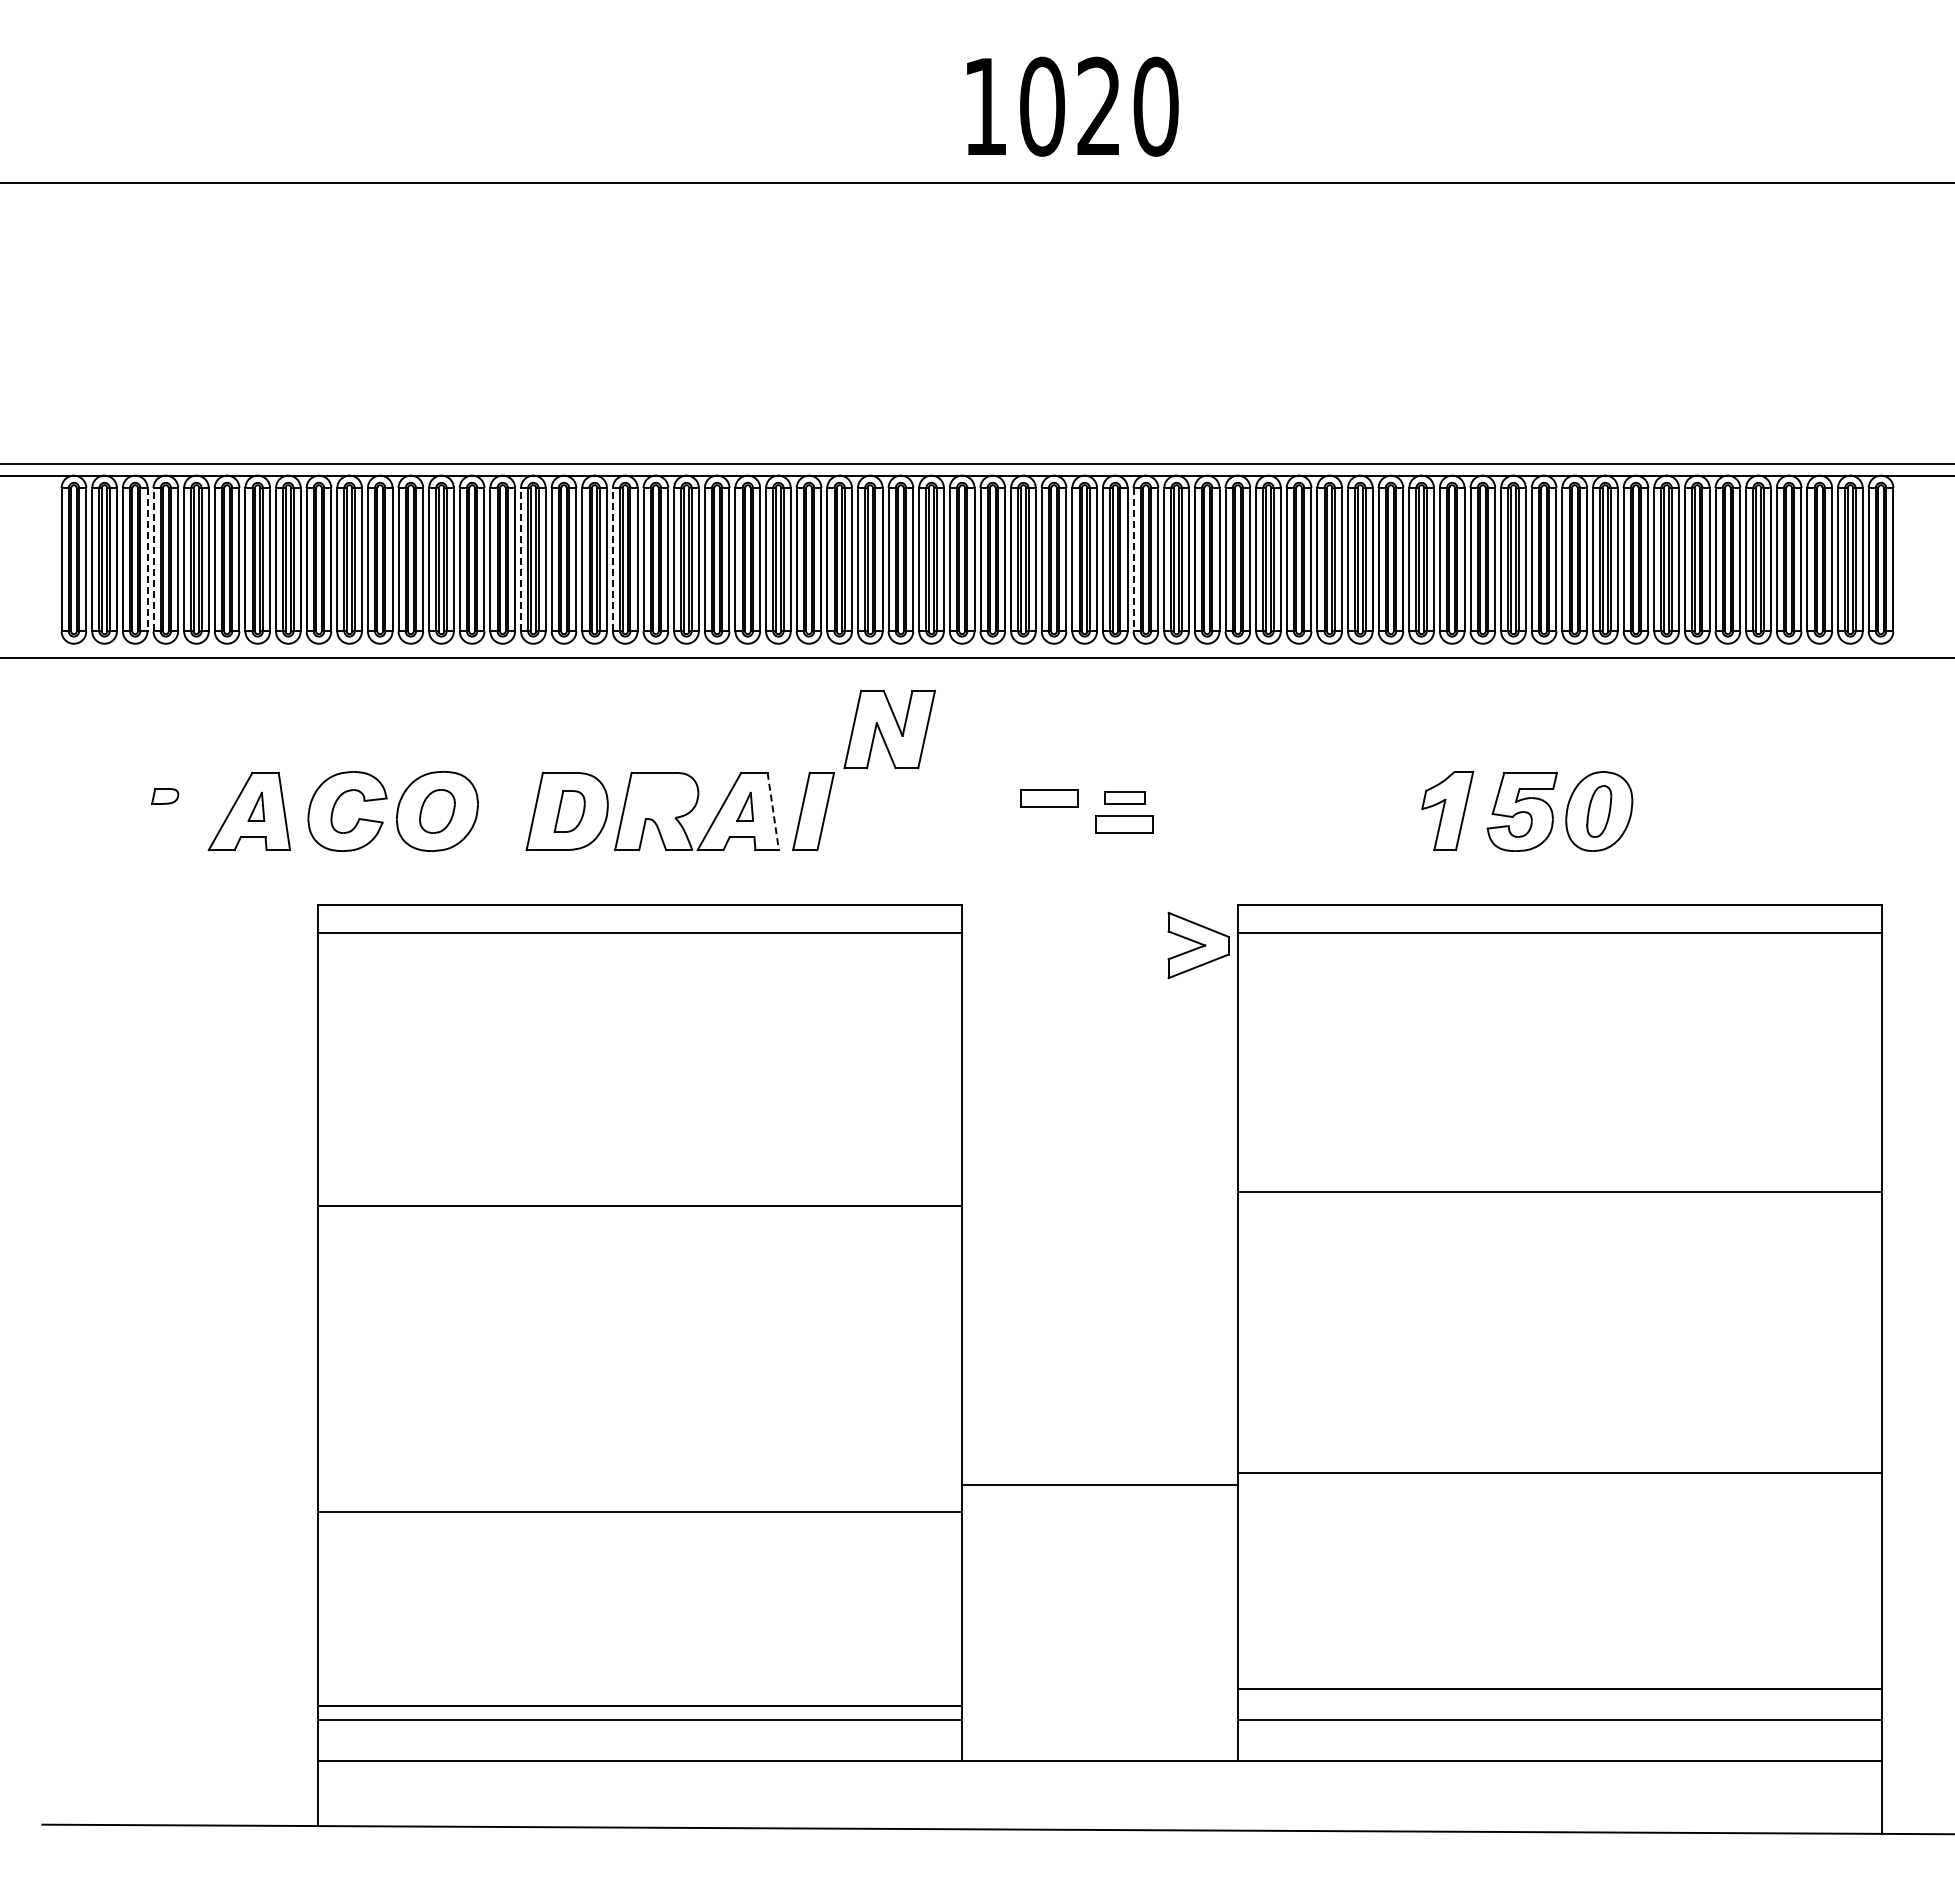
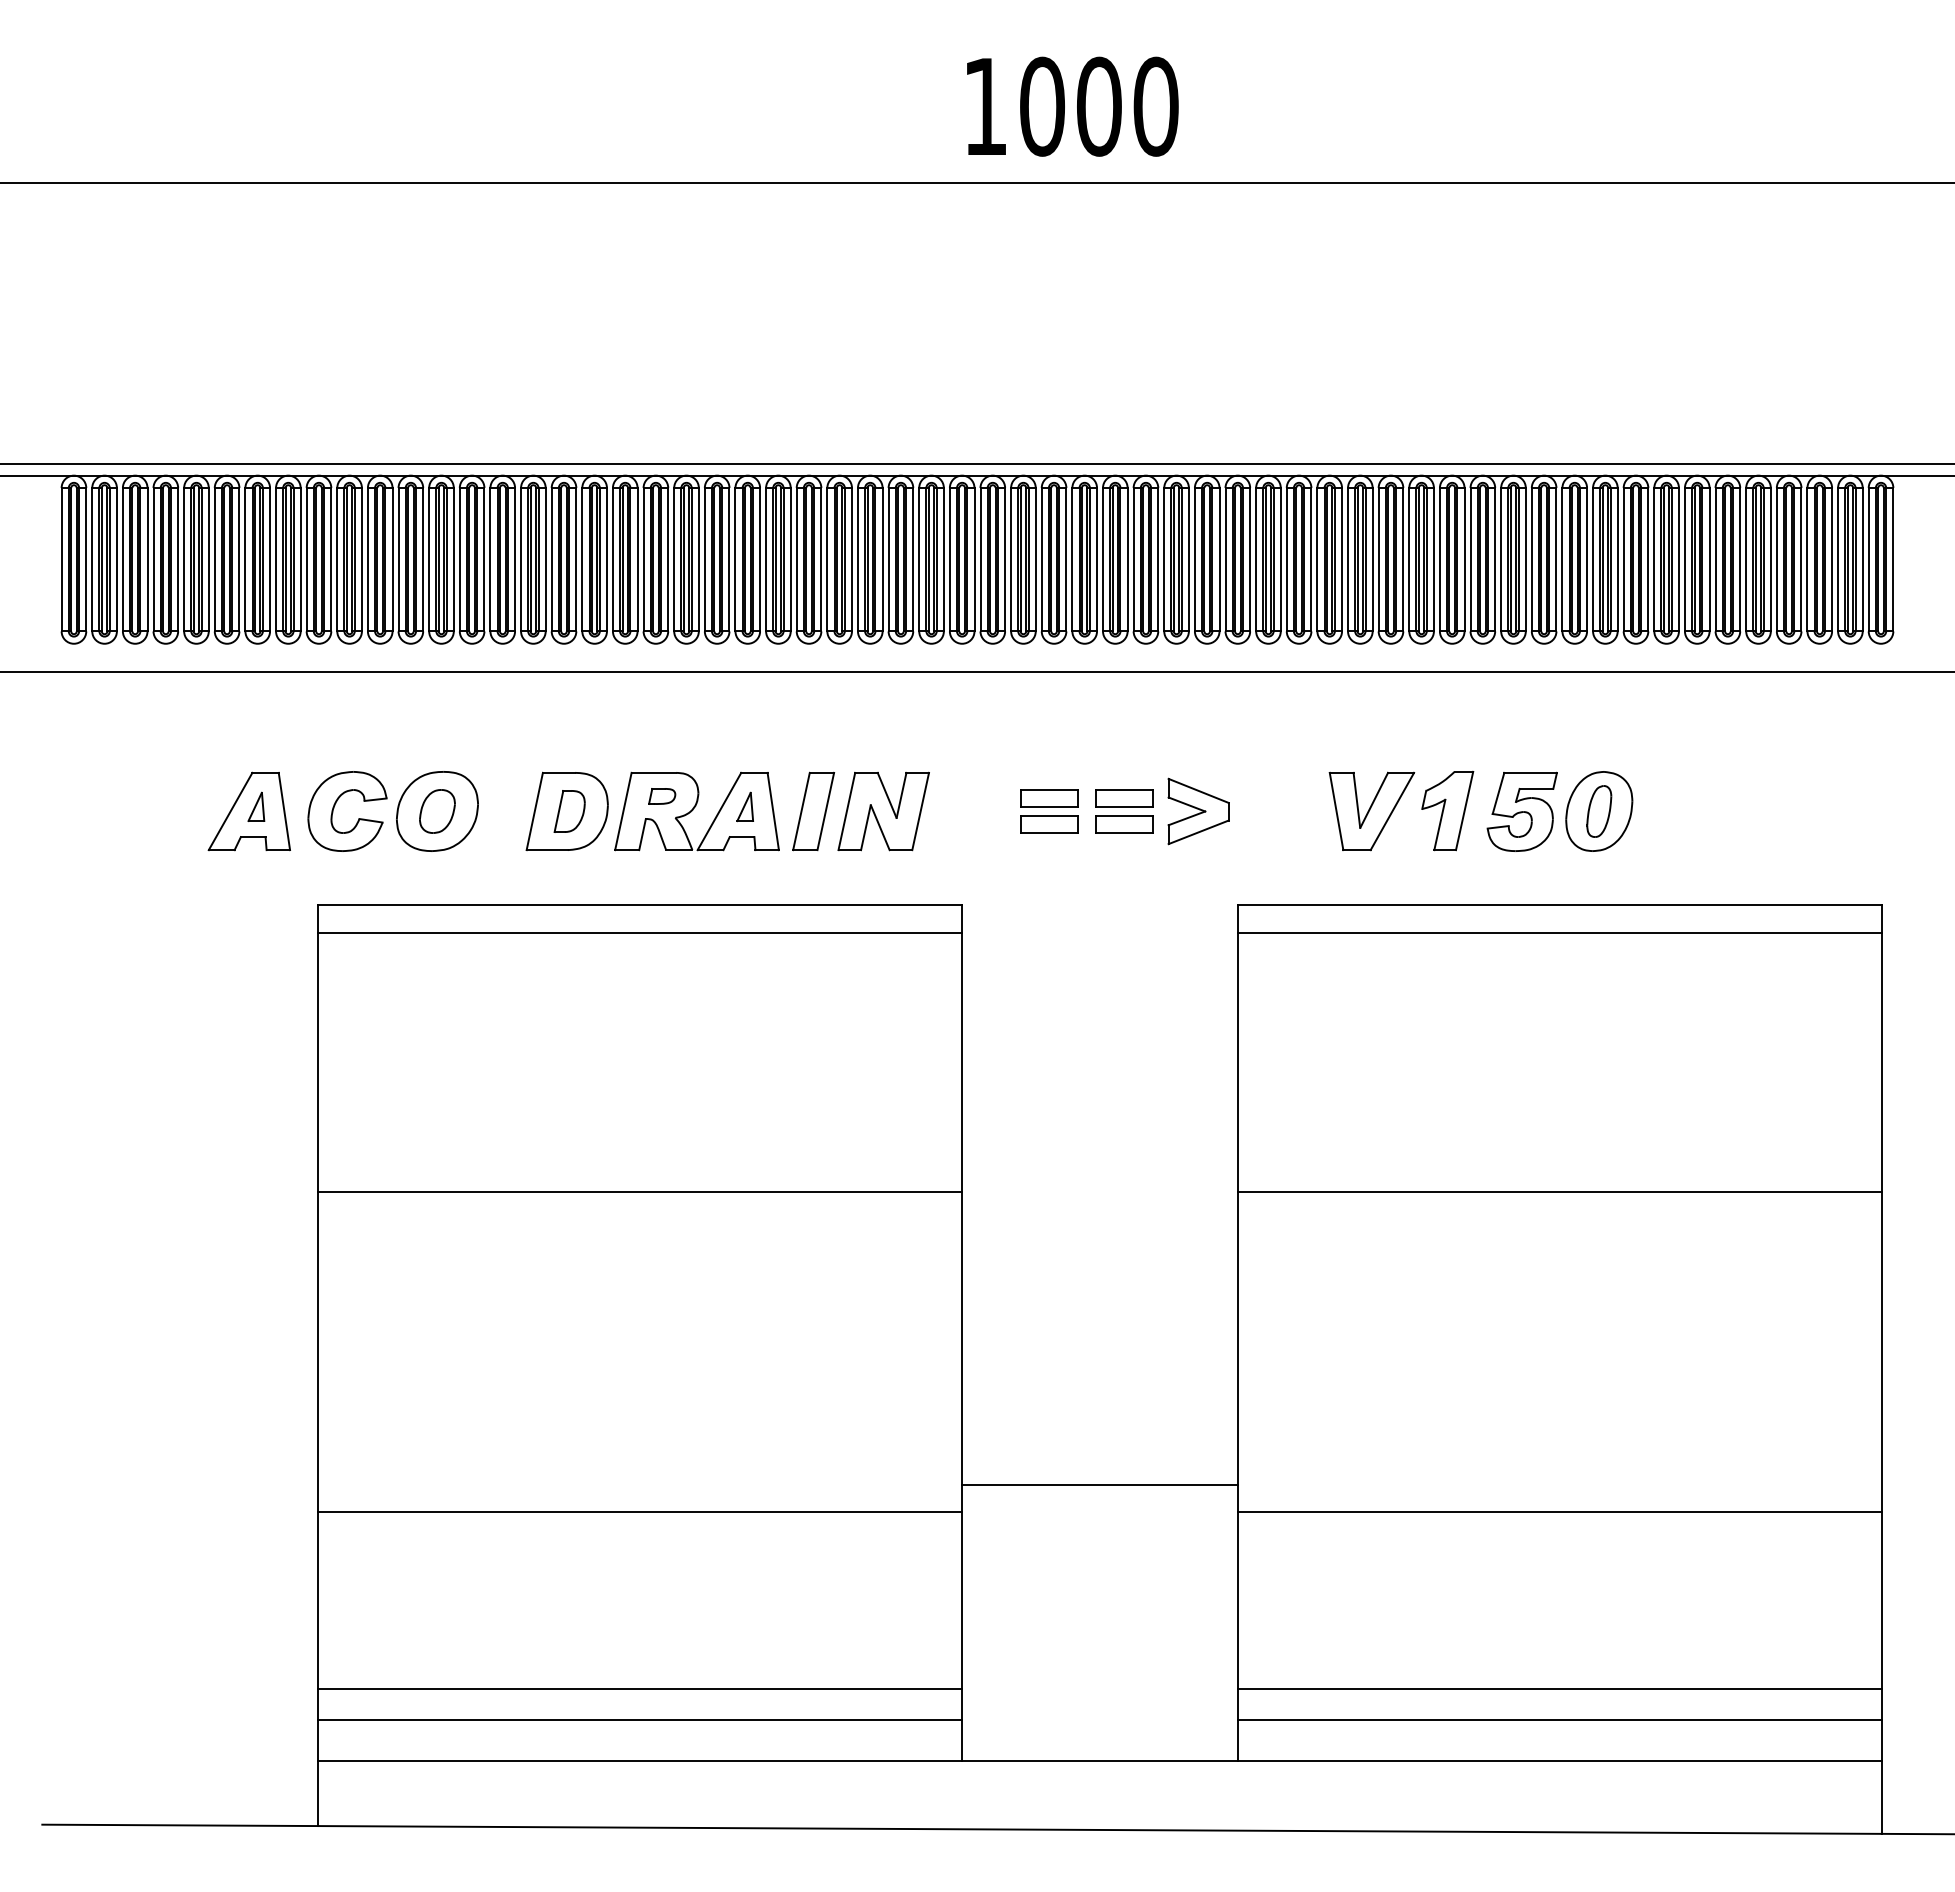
text at (1099, 106): 1020 -> 1000
line at (147, 559): dashed -> solid
line at (153, 559): dashed -> solid
line at (521, 559): dashed -> solid
line at (612, 559): dashed -> solid
line at (1133, 559): dashed -> solid
line at (976, 658) position: (976, 658) -> (976, 672)
part at (889, 729) position: (889, 729) -> (883, 811)
part at (165, 796) position: (165, 796) -> (662, 796)
part at (1124, 797) size: 42x14 px -> 59x19 px
part at (1371, 811): none -> present
line at (773, 812): dashed -> solid
part at (1049, 824): none -> present
part at (1198, 945) position: (1198, 945) -> (1198, 811)
line at (640, 1206) position: (640, 1206) -> (640, 1192)
line at (1559, 1473) position: (1559, 1473) -> (1559, 1512)
line at (640, 1705) position: (640, 1705) -> (640, 1688)
